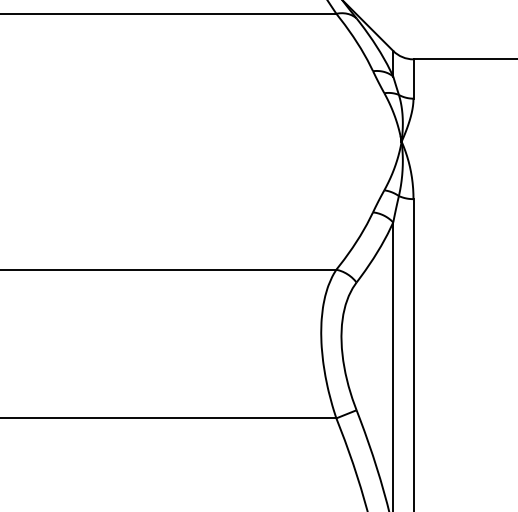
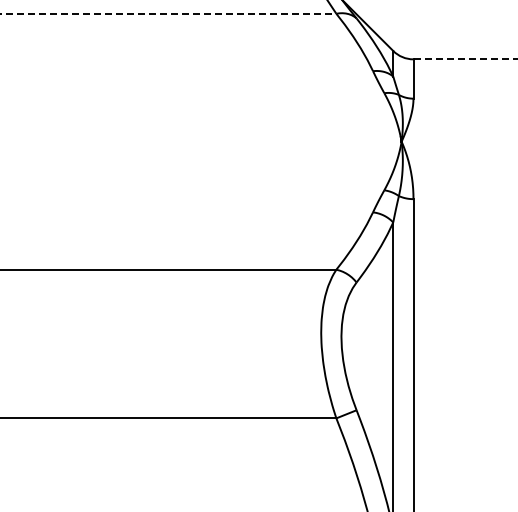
line at (168, 13): solid -> dashed
line at (465, 59): solid -> dashed
